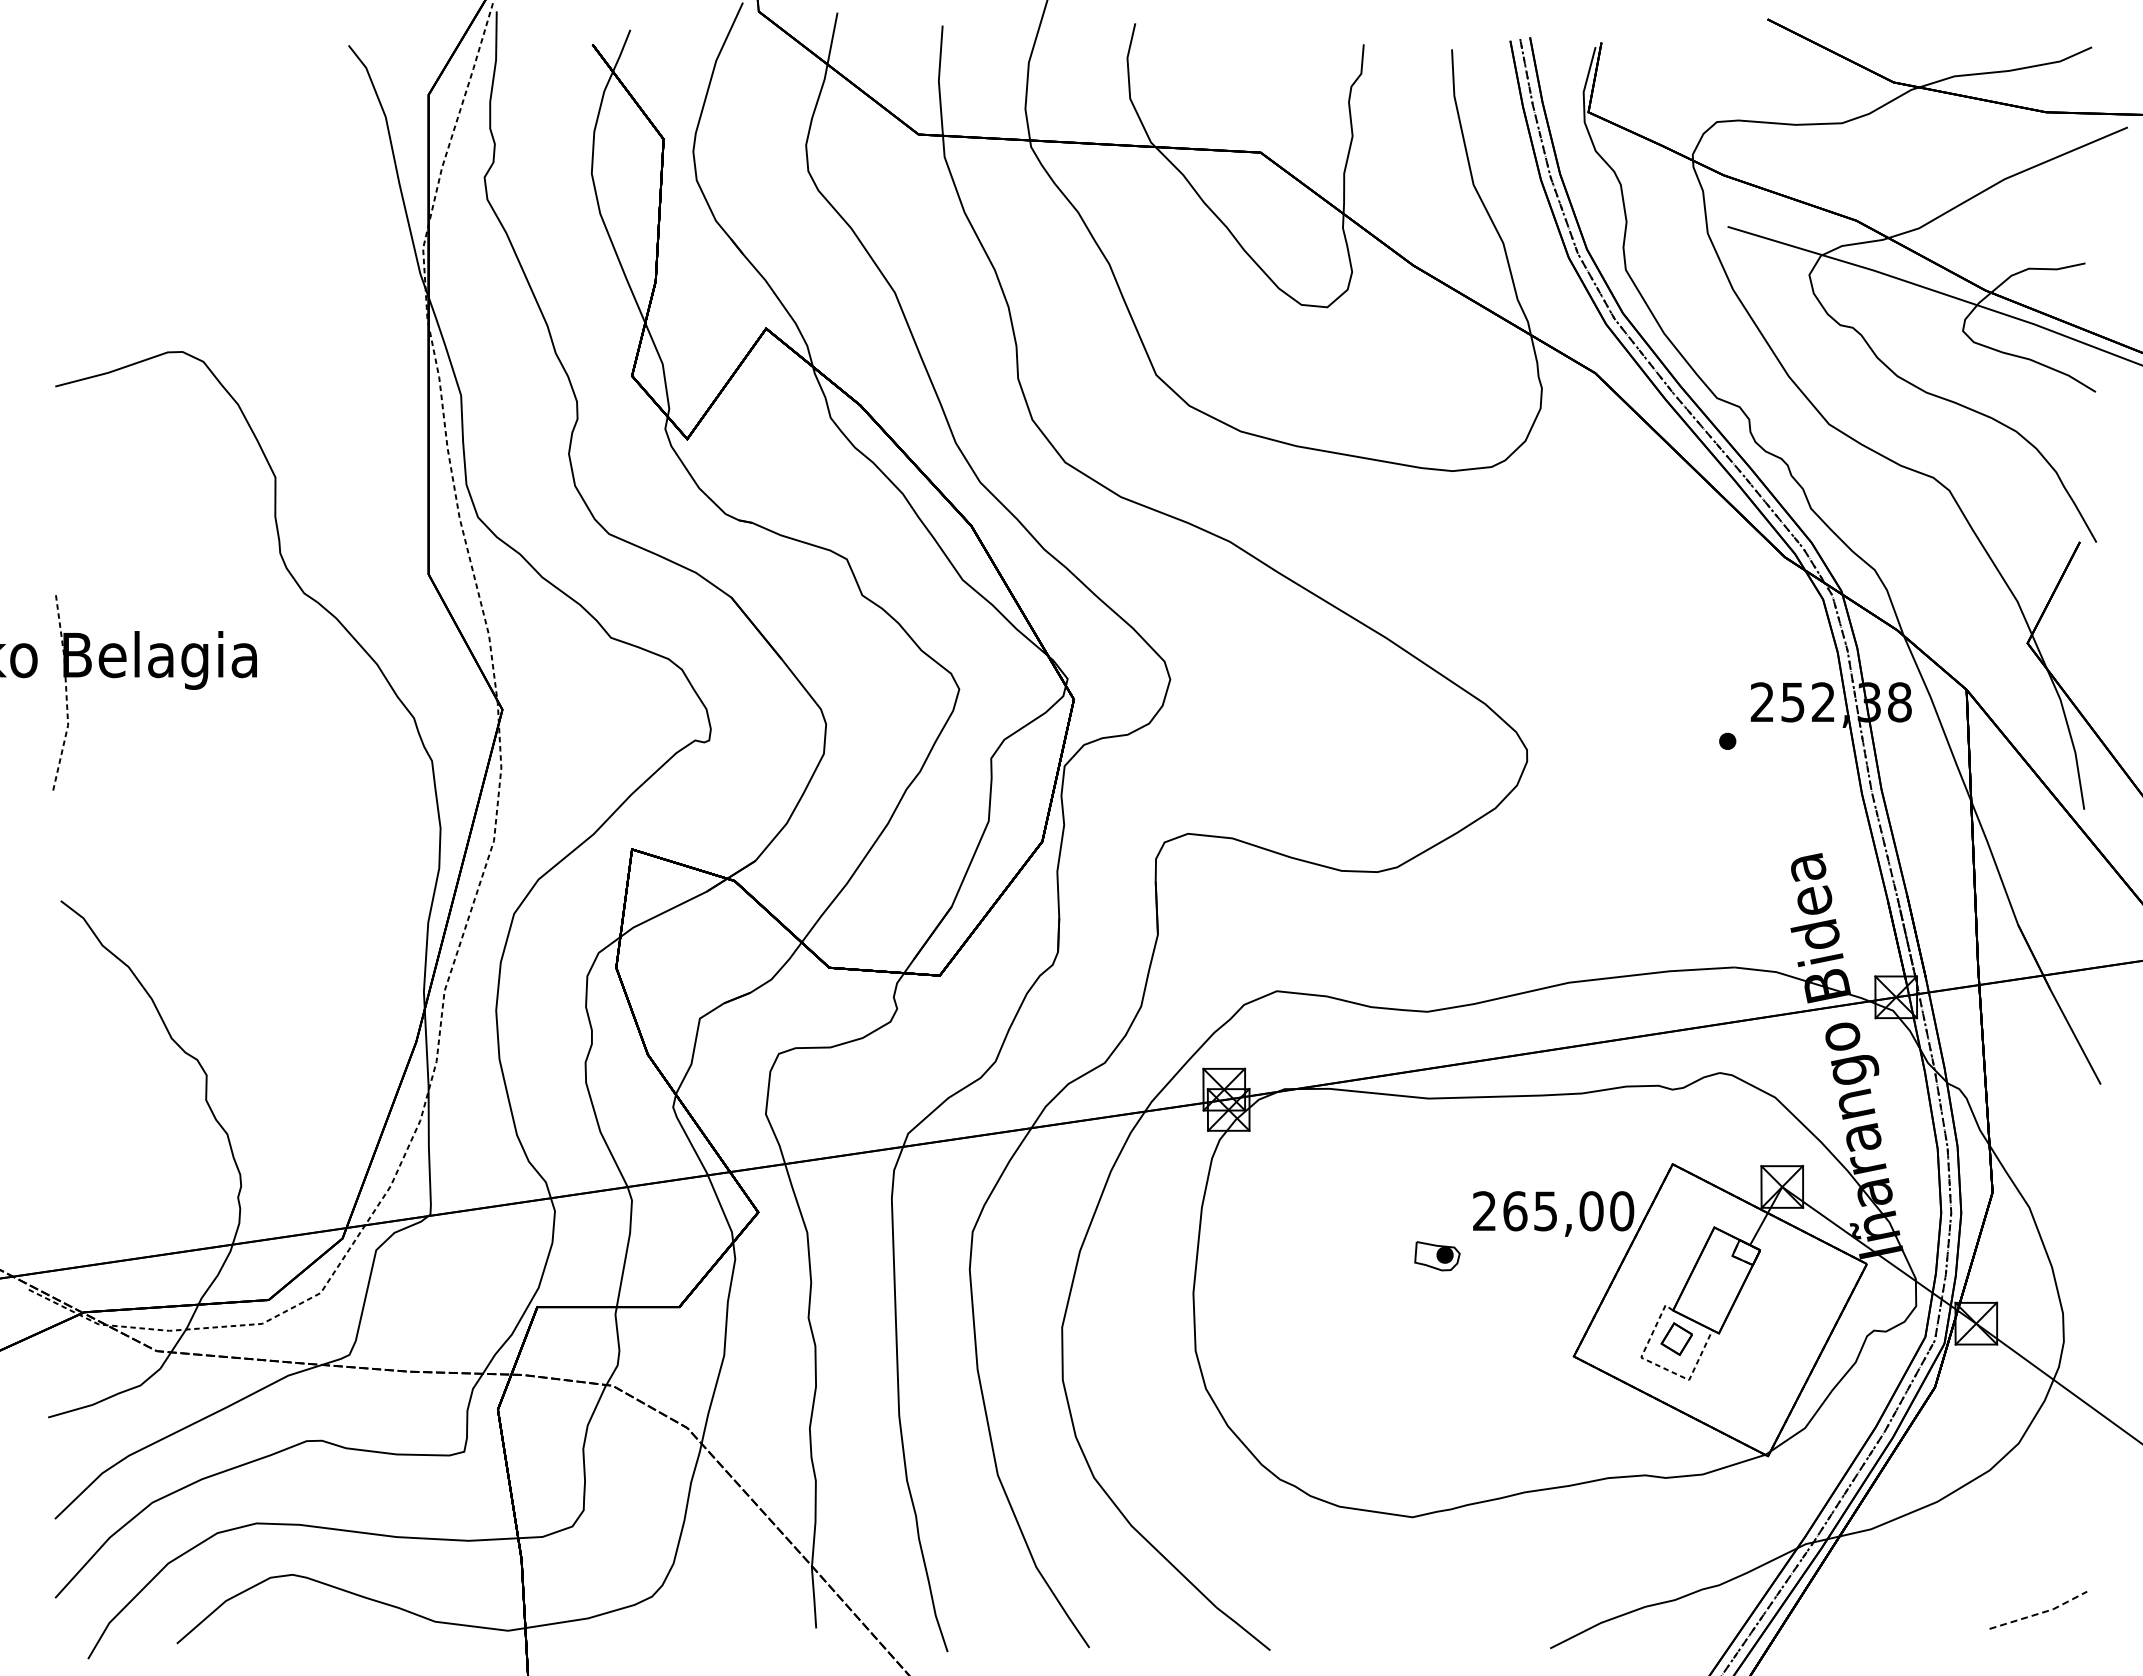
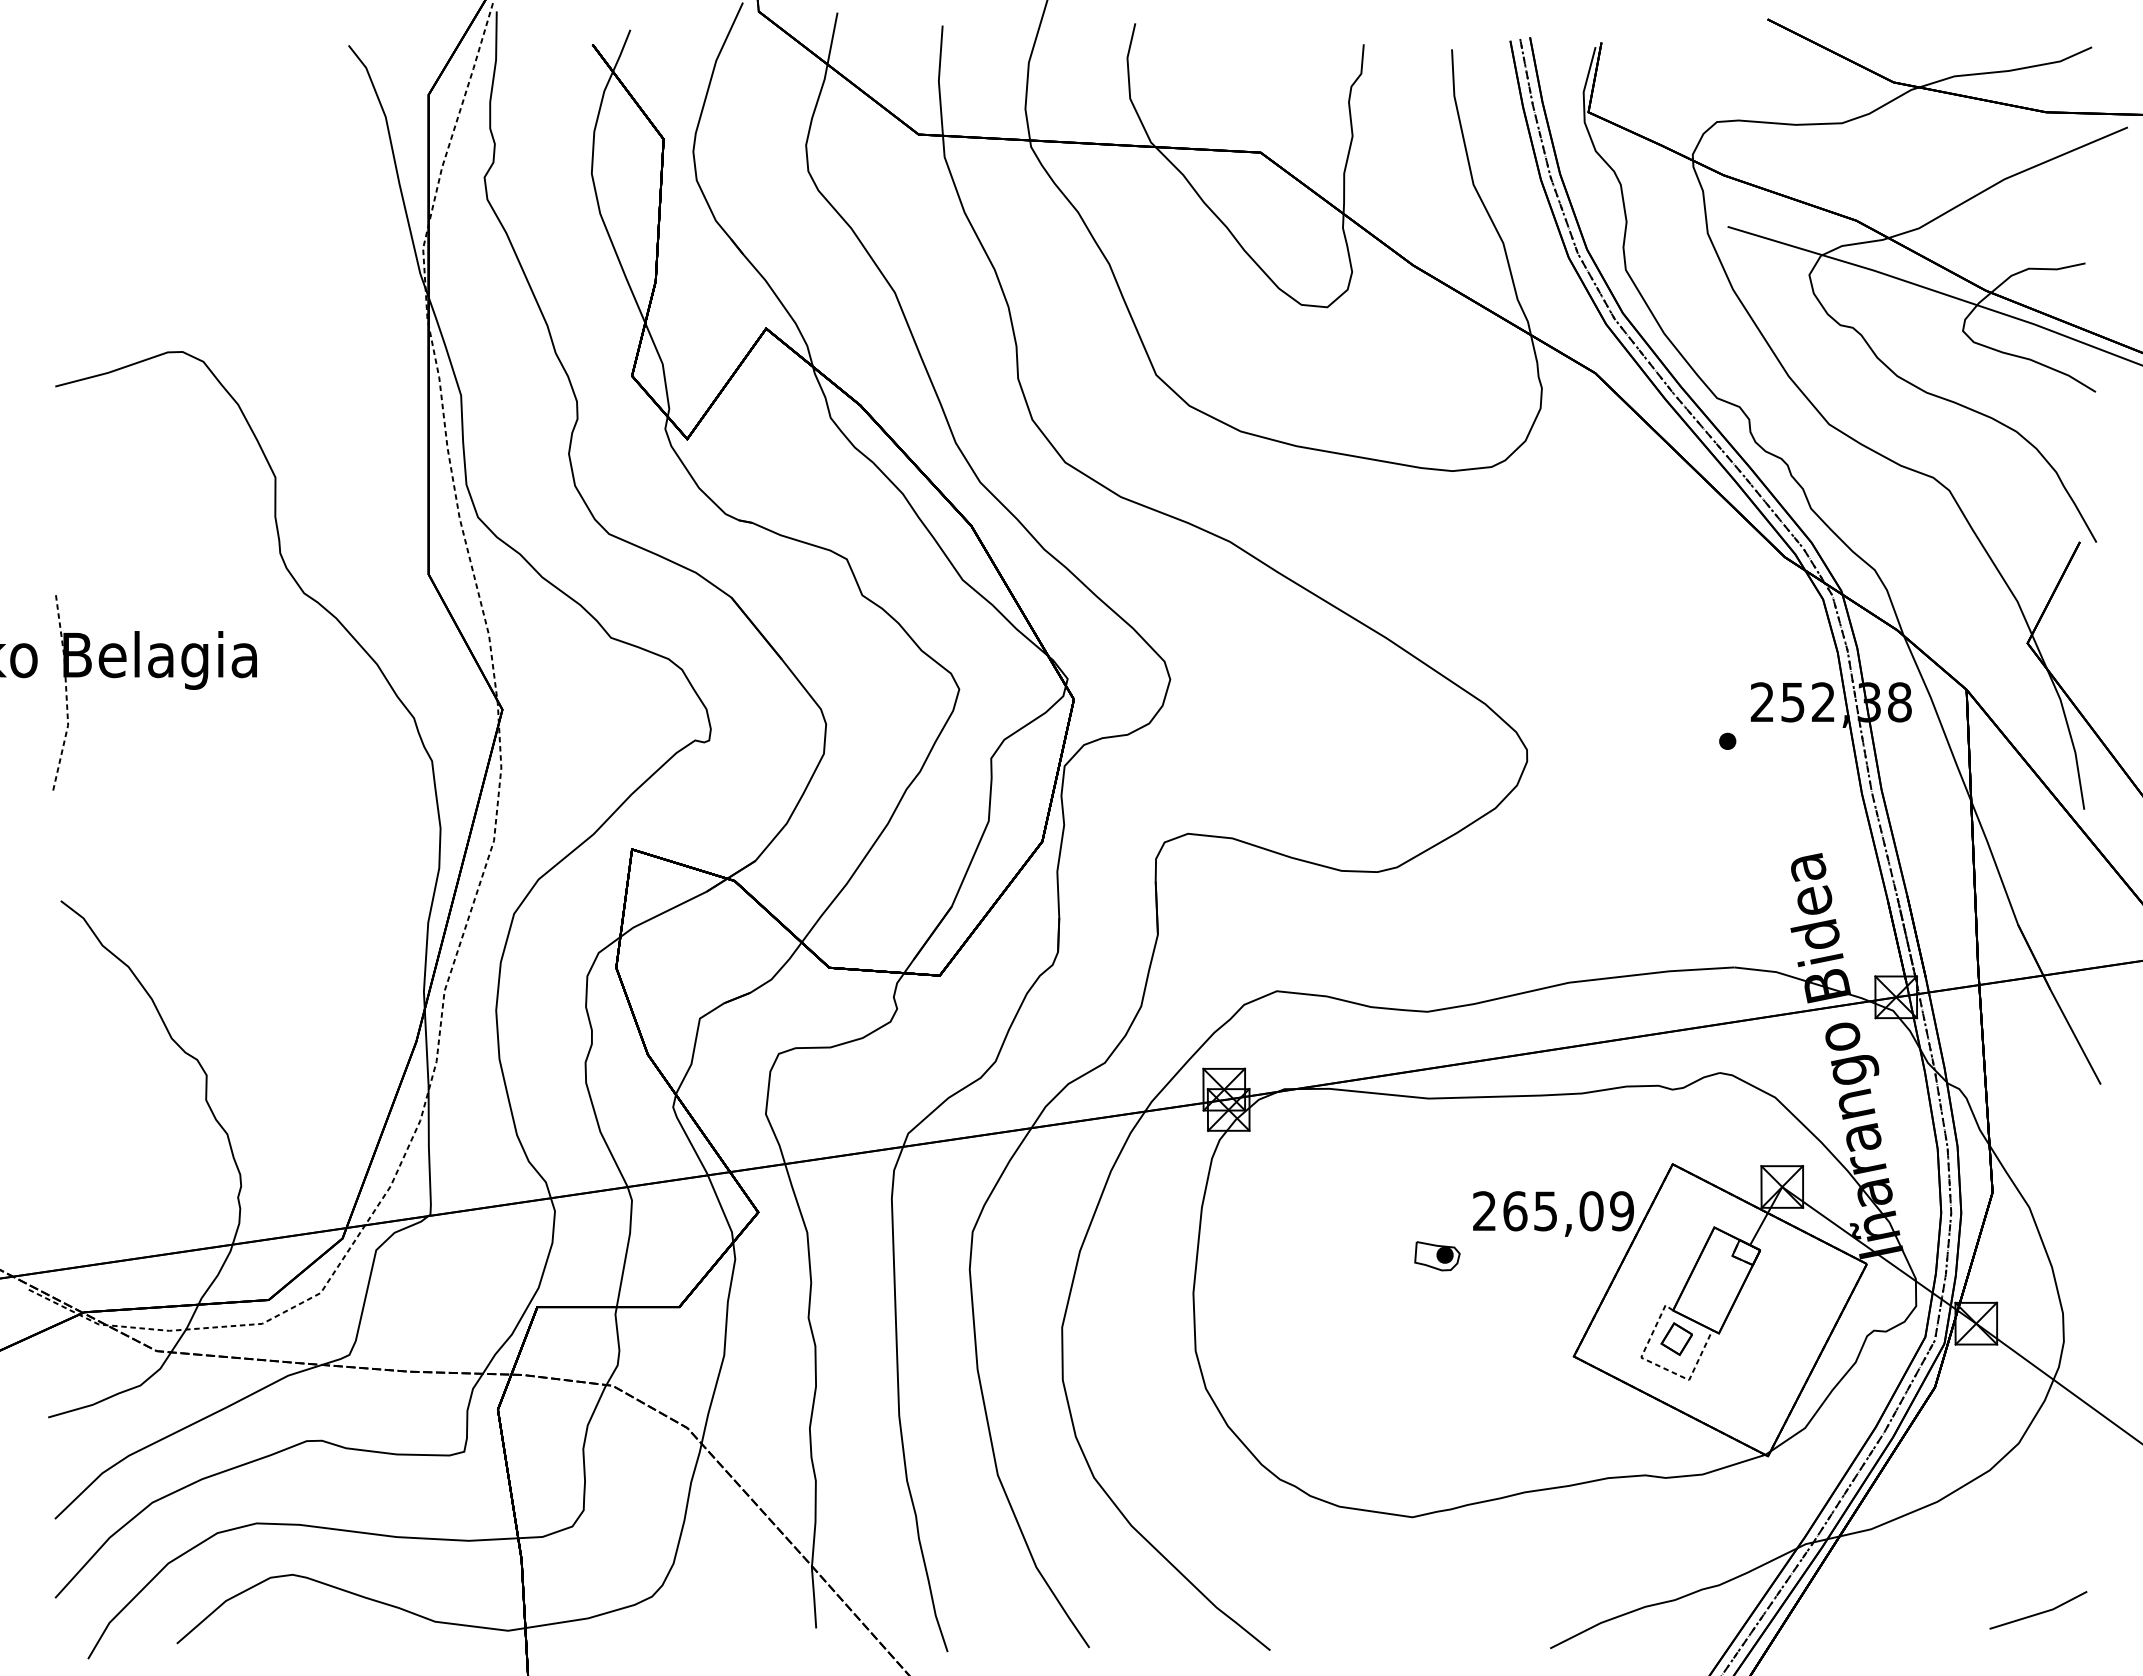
text at (1622, 1211): 265,00 -> 265,09
line at (2040, 1613): dashed -> solid
